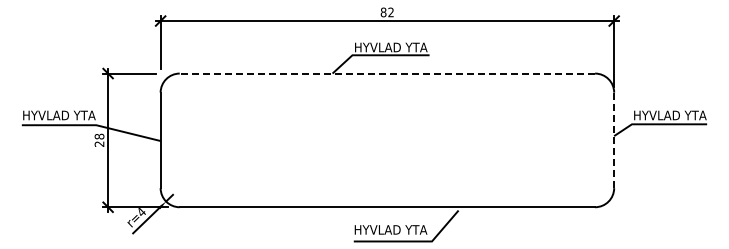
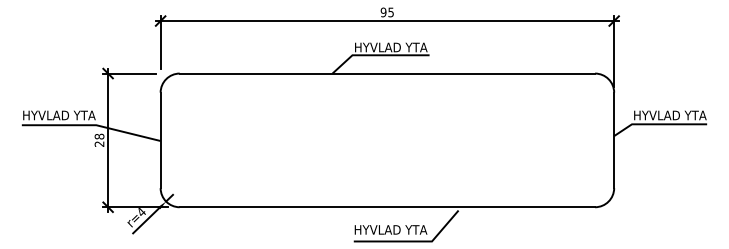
text at (386, 12): 82 -> 95
line at (387, 73): dashed -> solid
line at (614, 140): dashed -> solid
